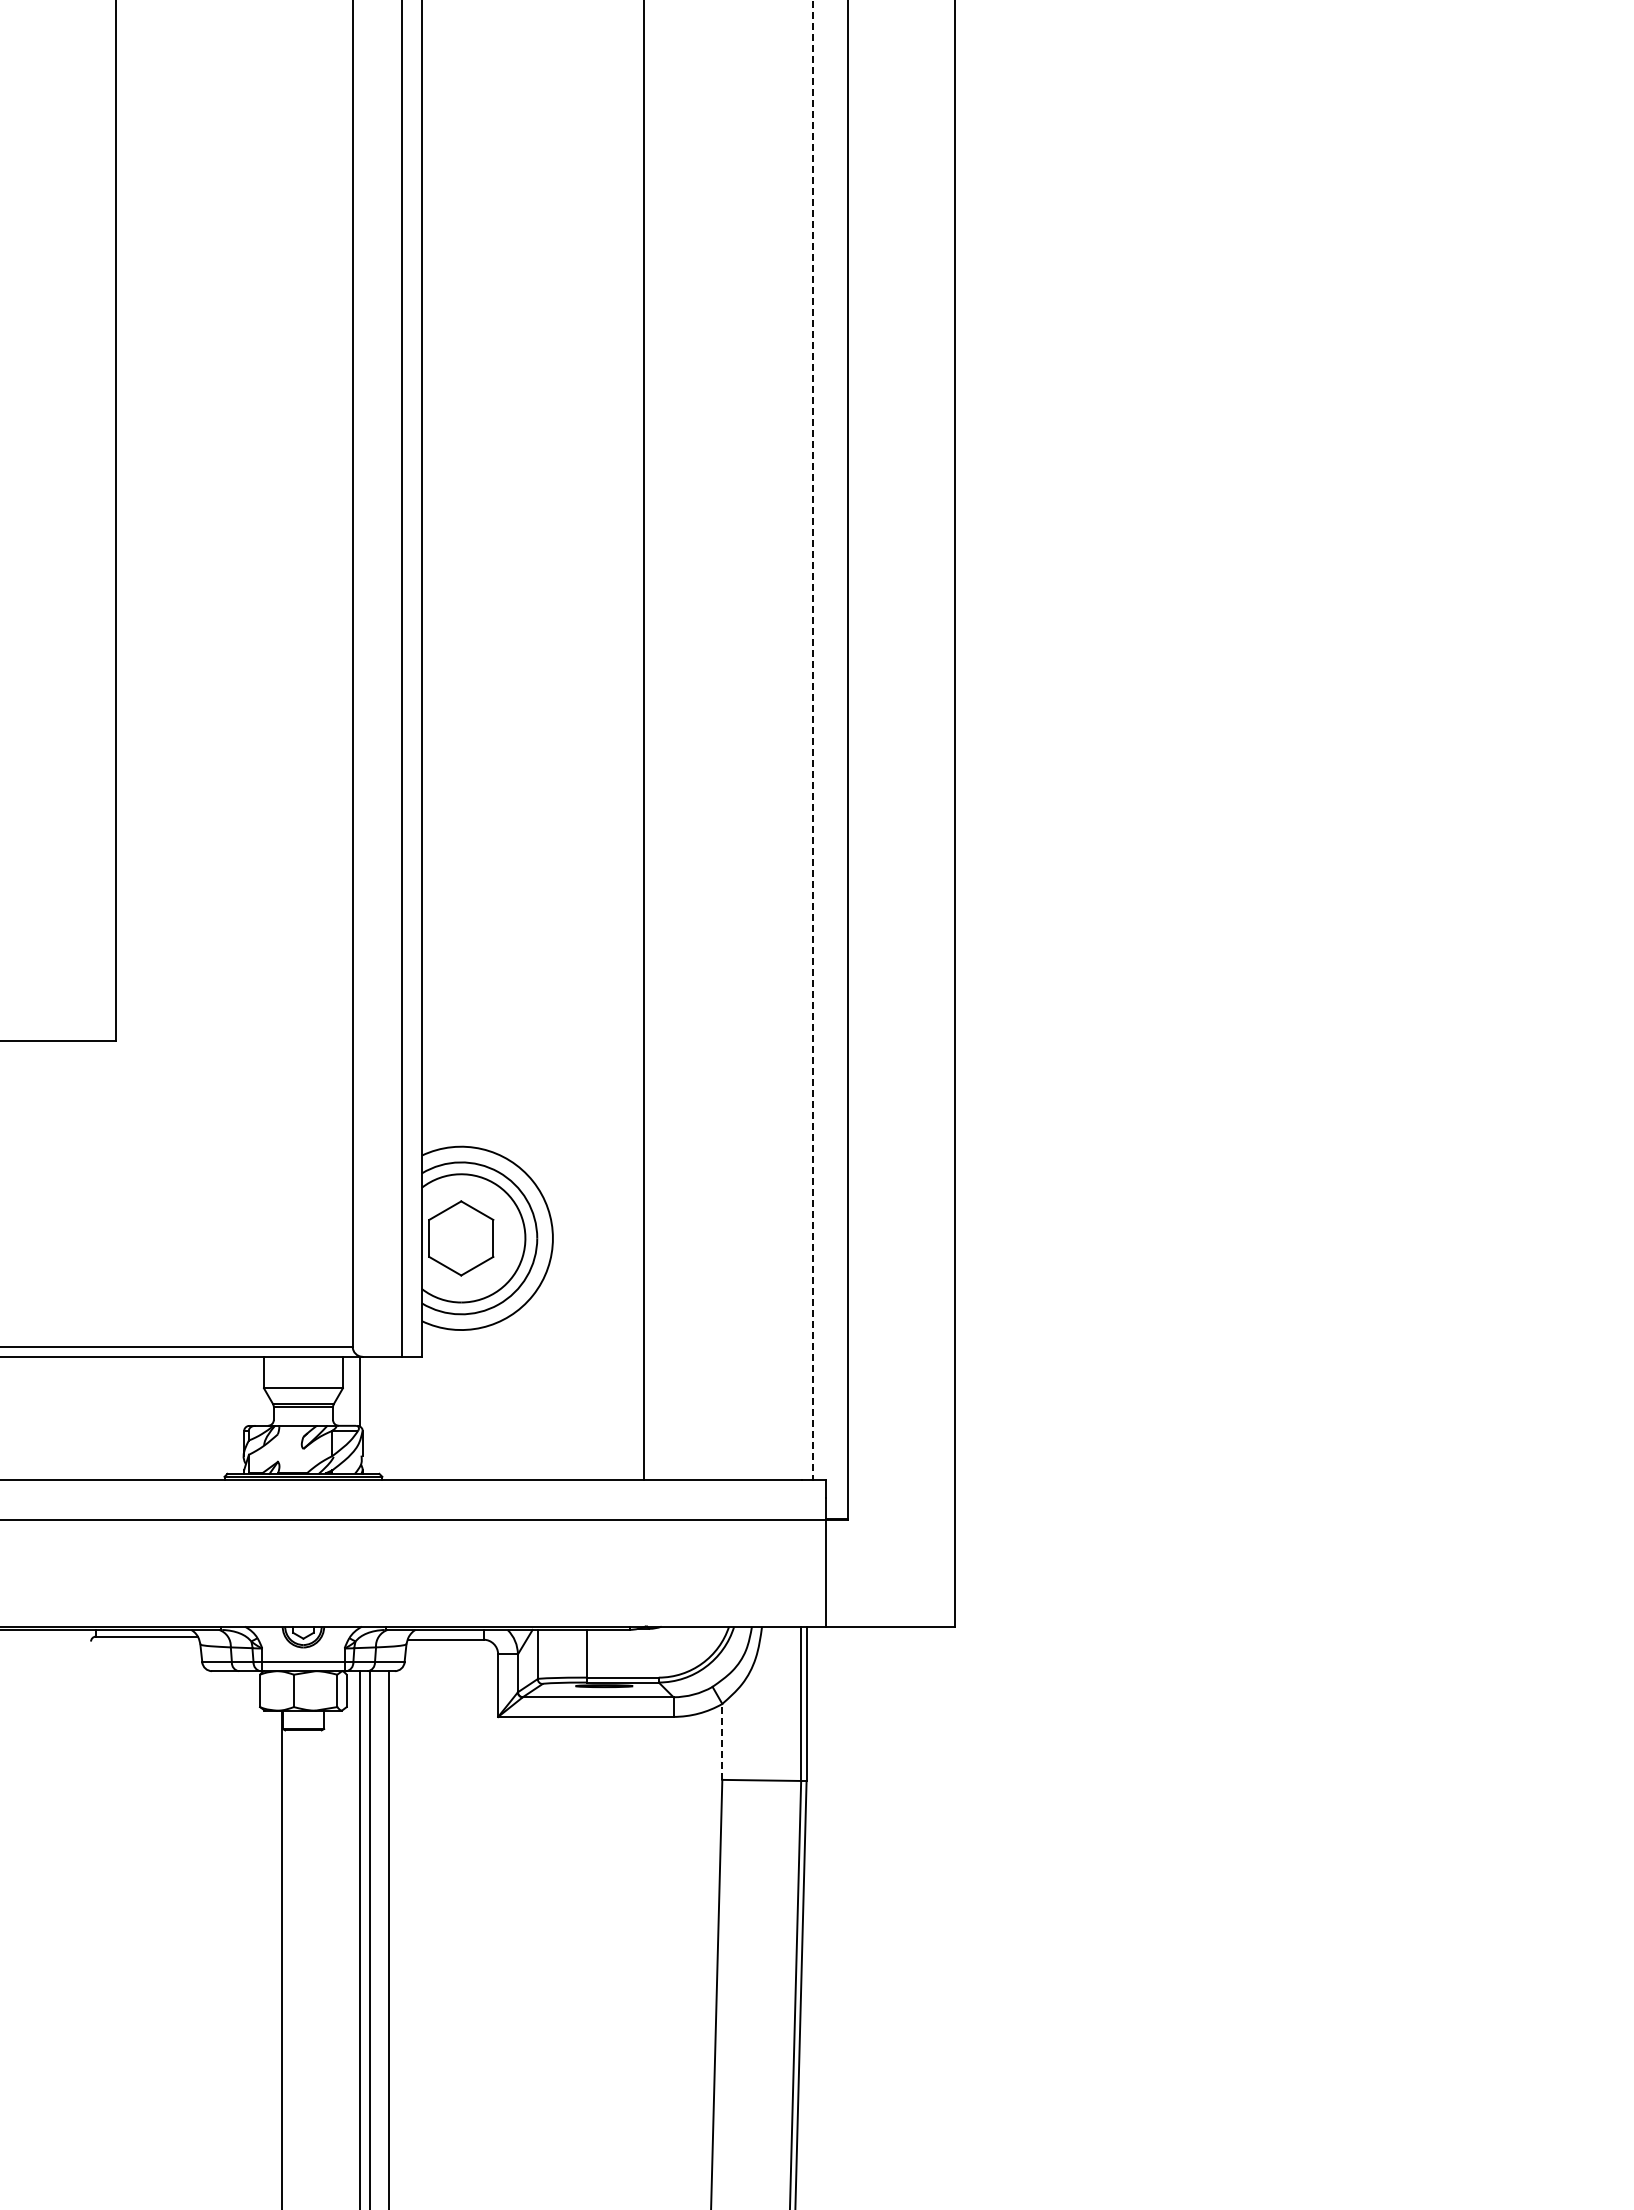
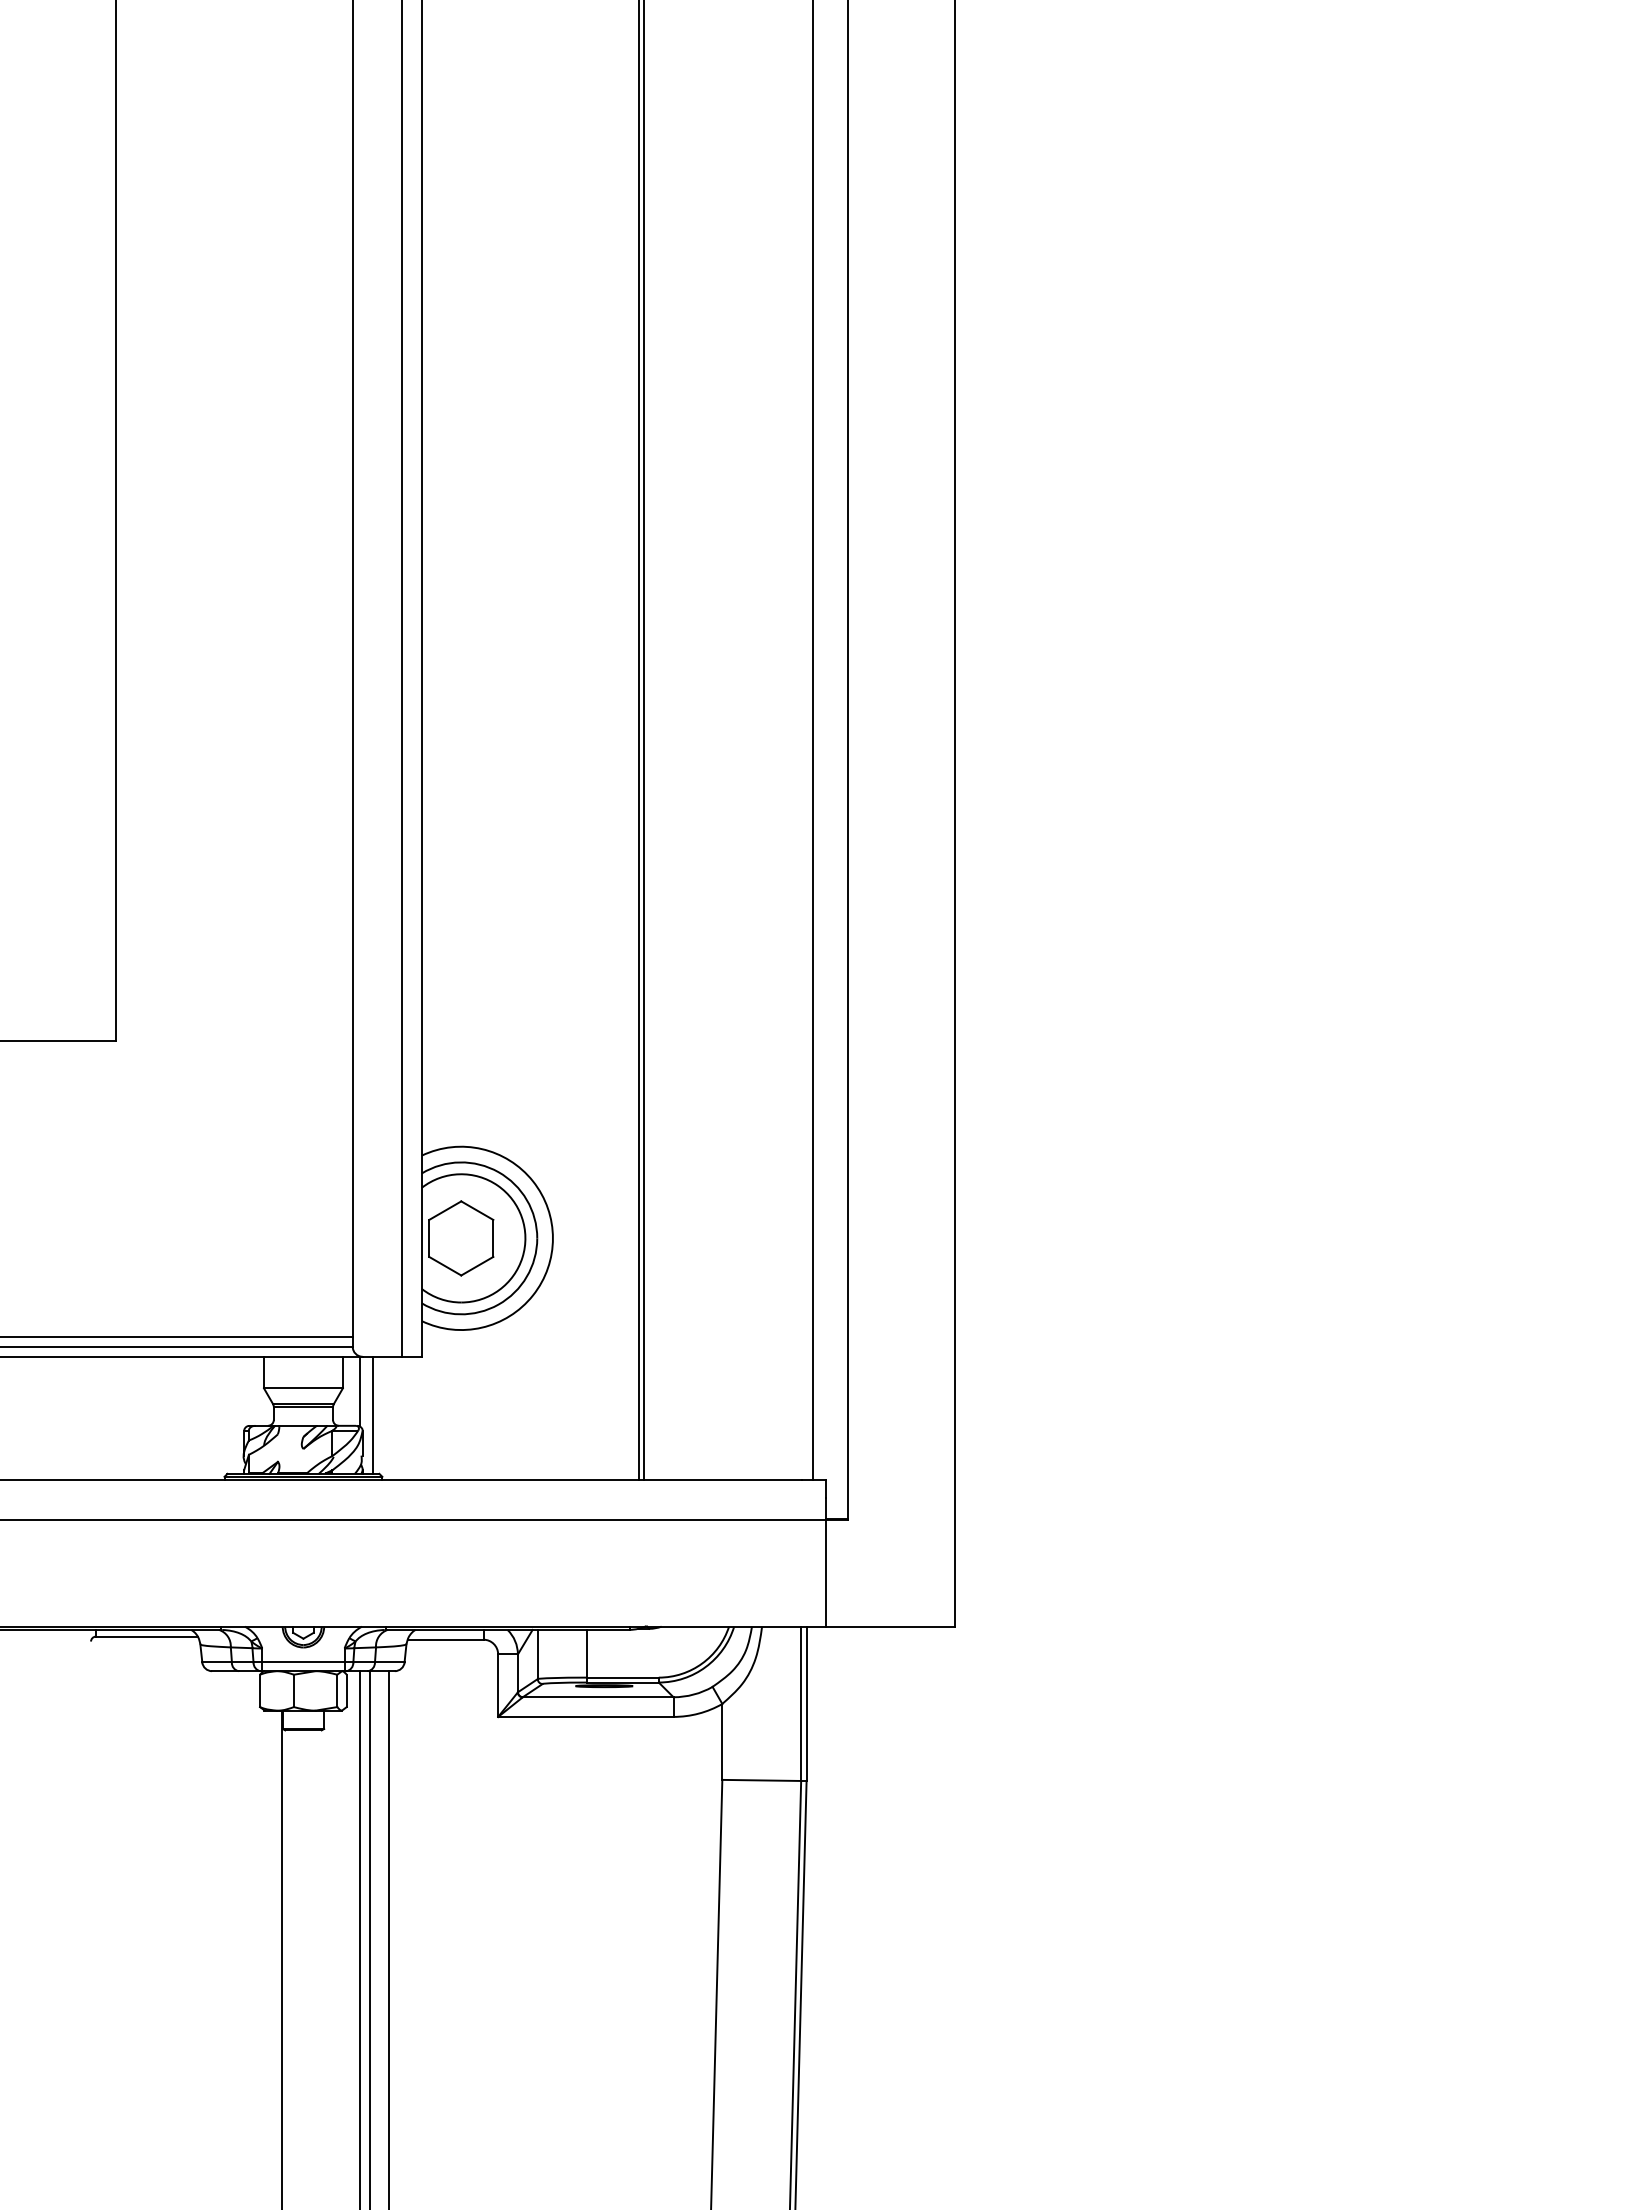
line at (813, 740): dashed -> solid
line at (638, 741): none -> present
line at (177, 1337): none -> present
line at (372, 1414): none -> present
line at (722, 1741): dashed -> solid
